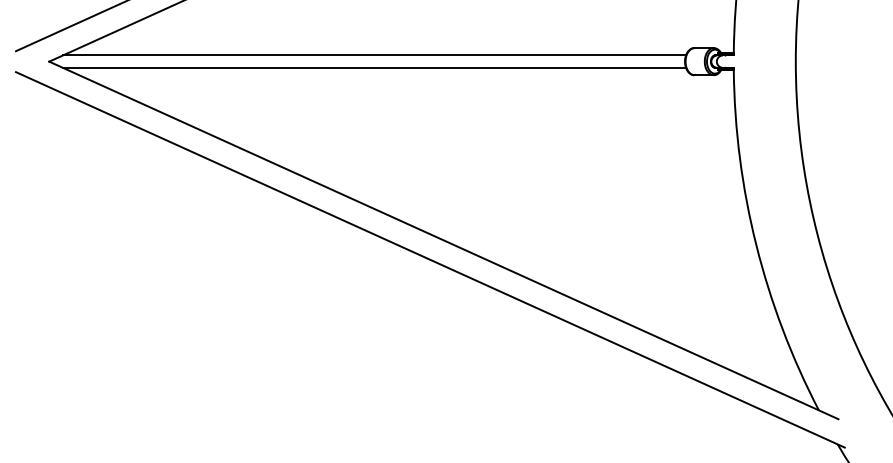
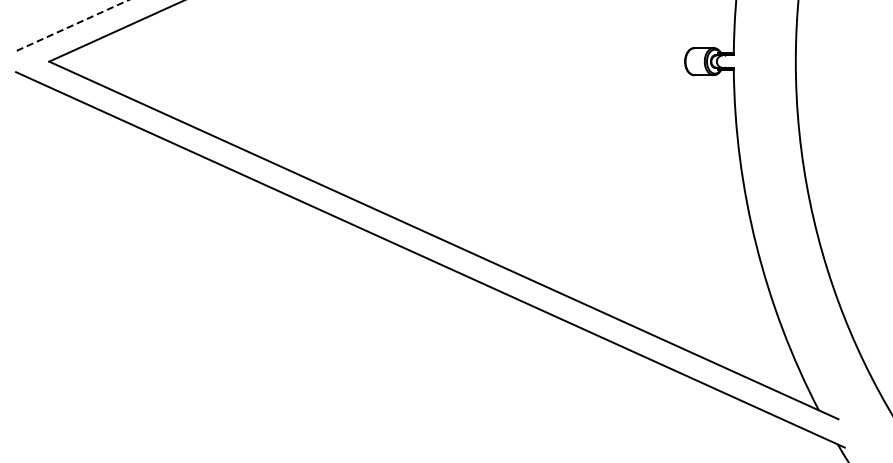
line at (72, 25): solid -> dashed
line at (374, 55): present -> none
line at (374, 67): present -> none
